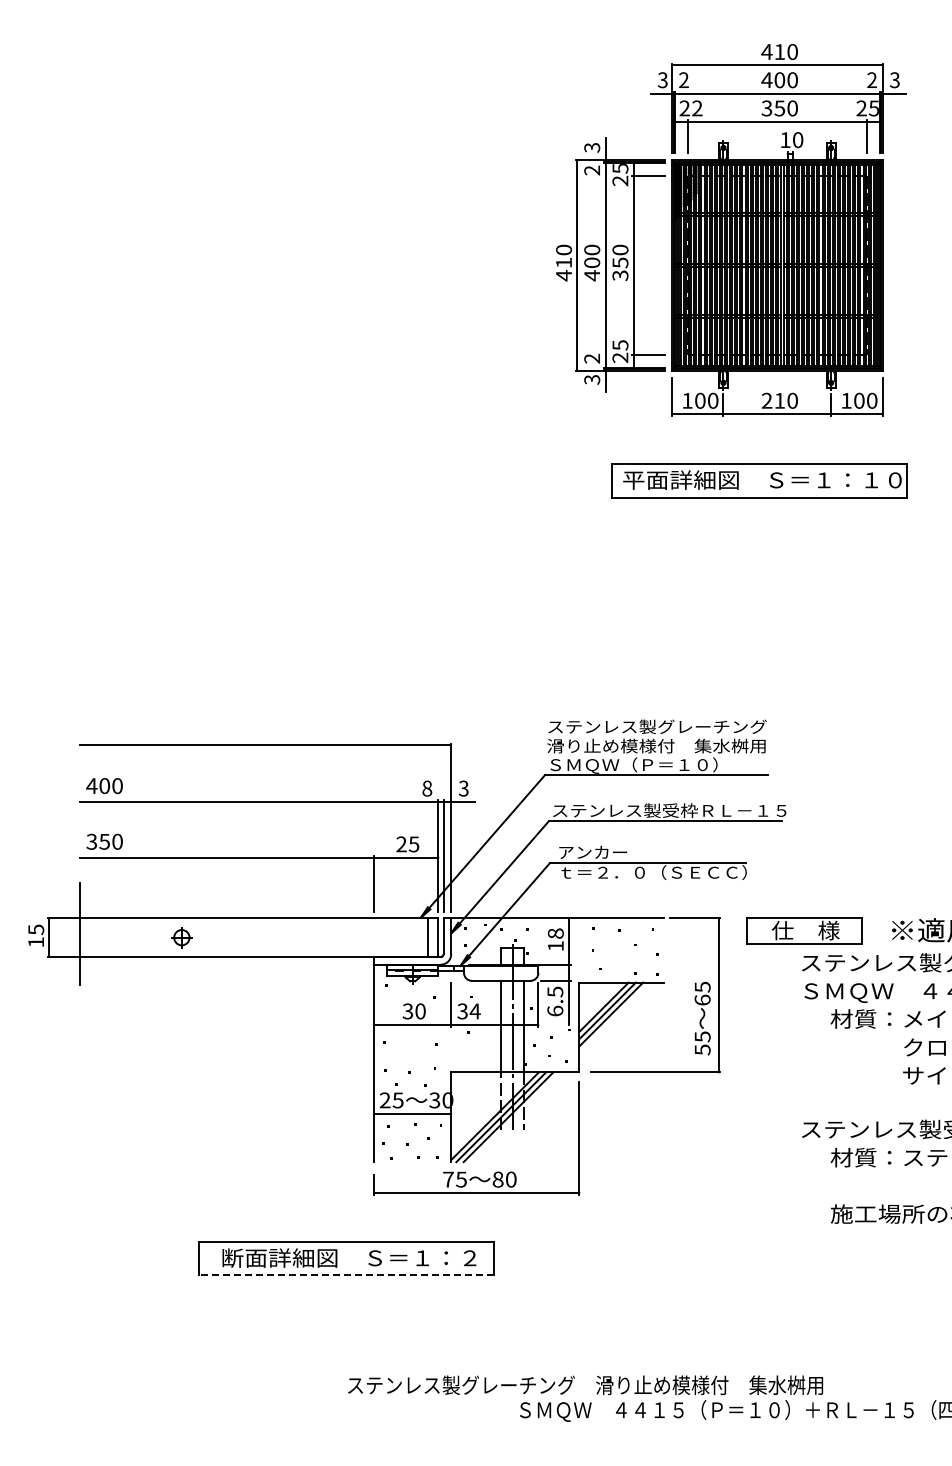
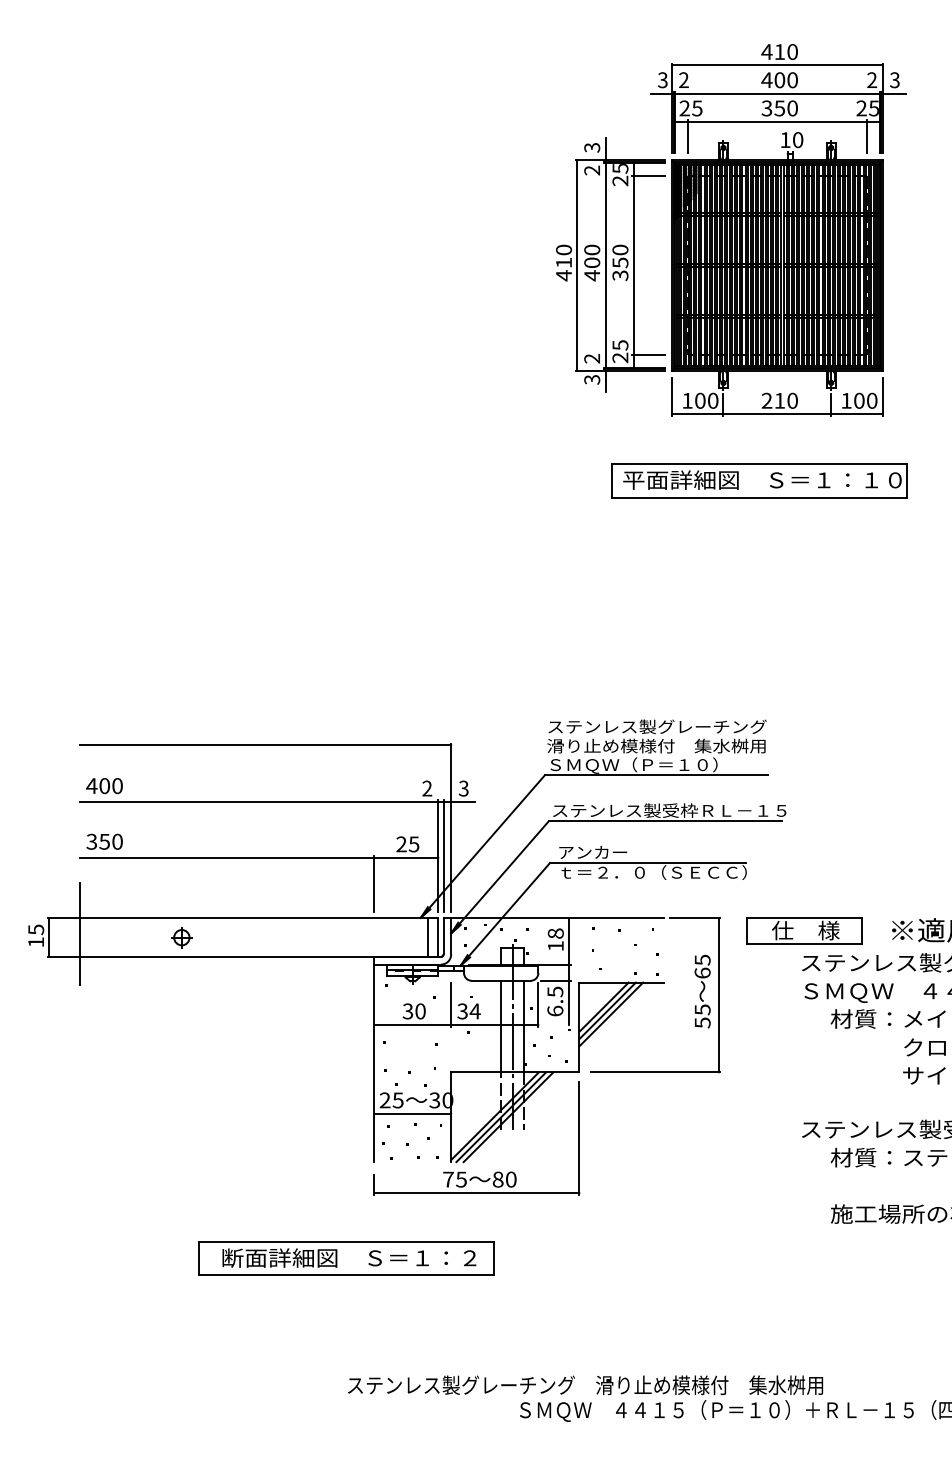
text at (697, 108): 22 -> 25
text at (427, 788): 8 -> 2
text at (702, 1018) position: (702, 1018) -> (702, 991)
line at (345, 1275): dashed -> solid
